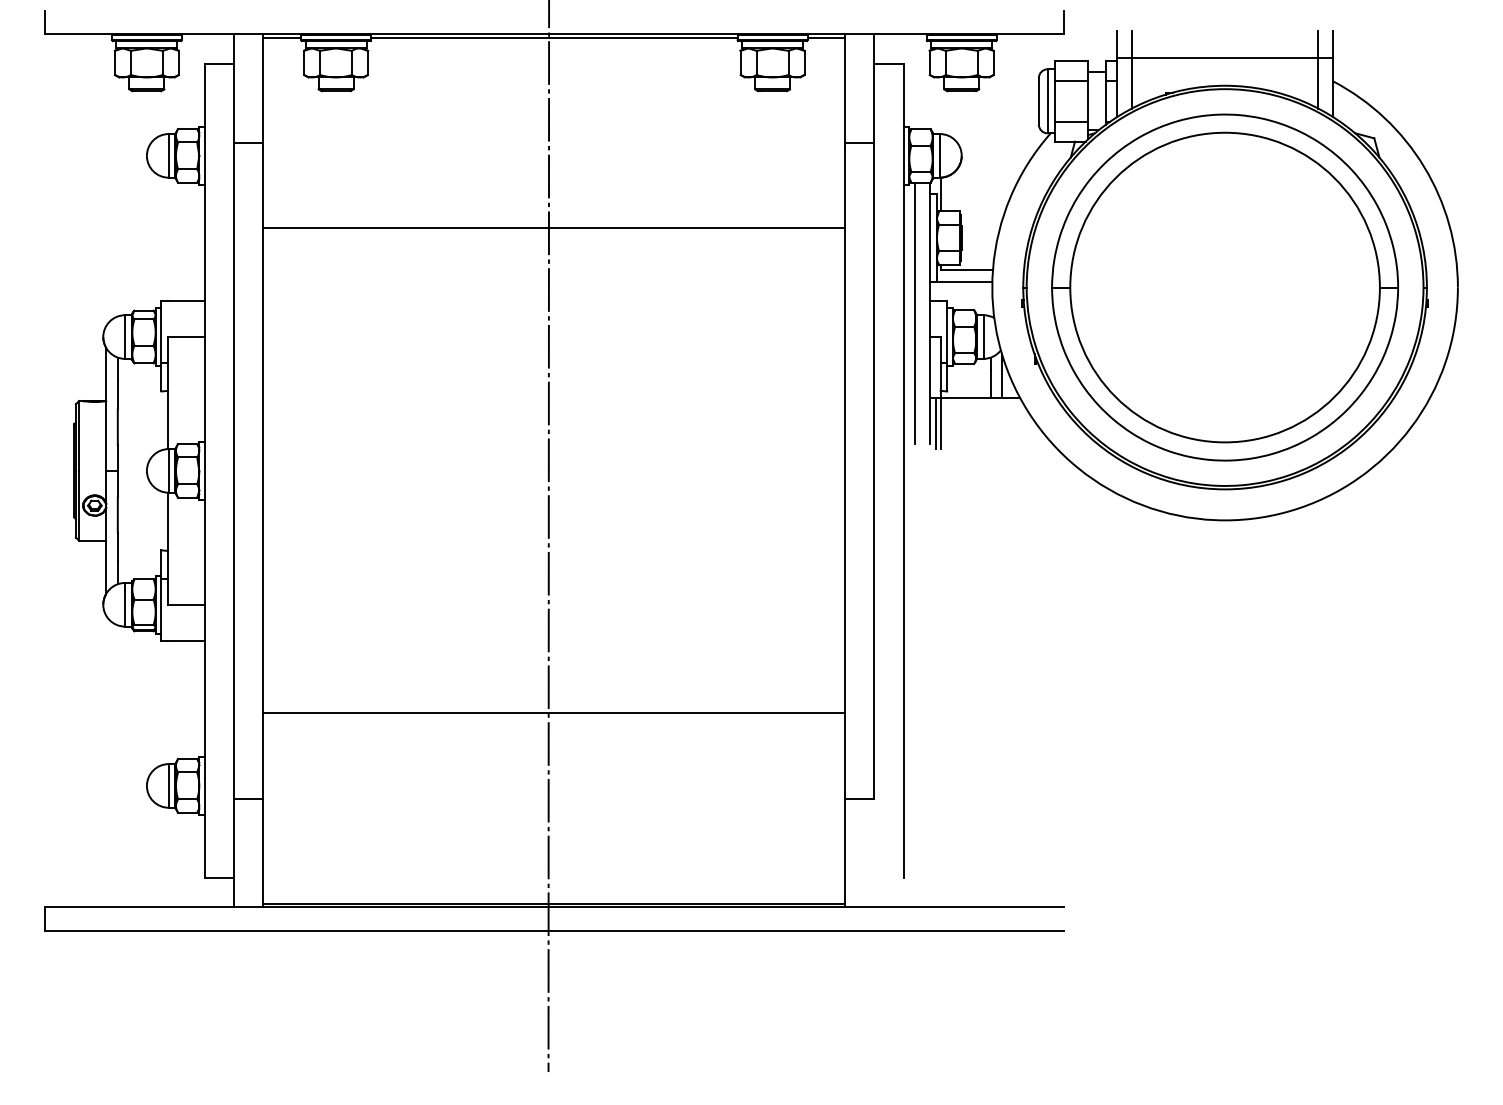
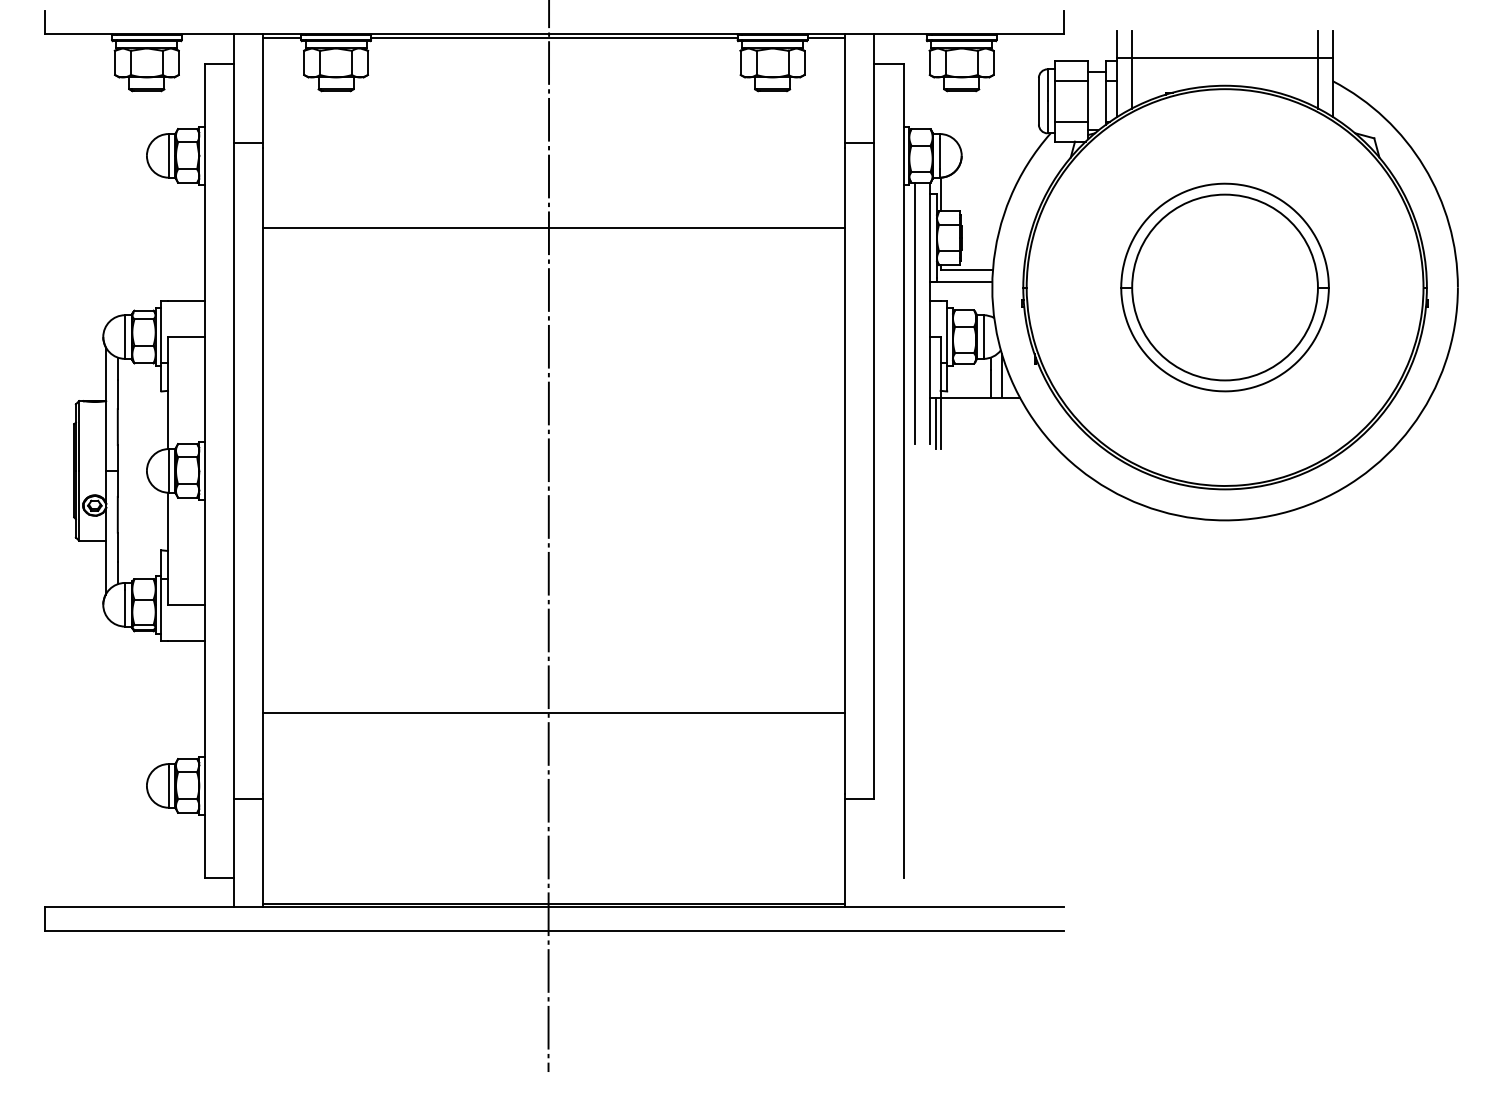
part at (1224, 287) size: 348x349 px -> 210x211 px
